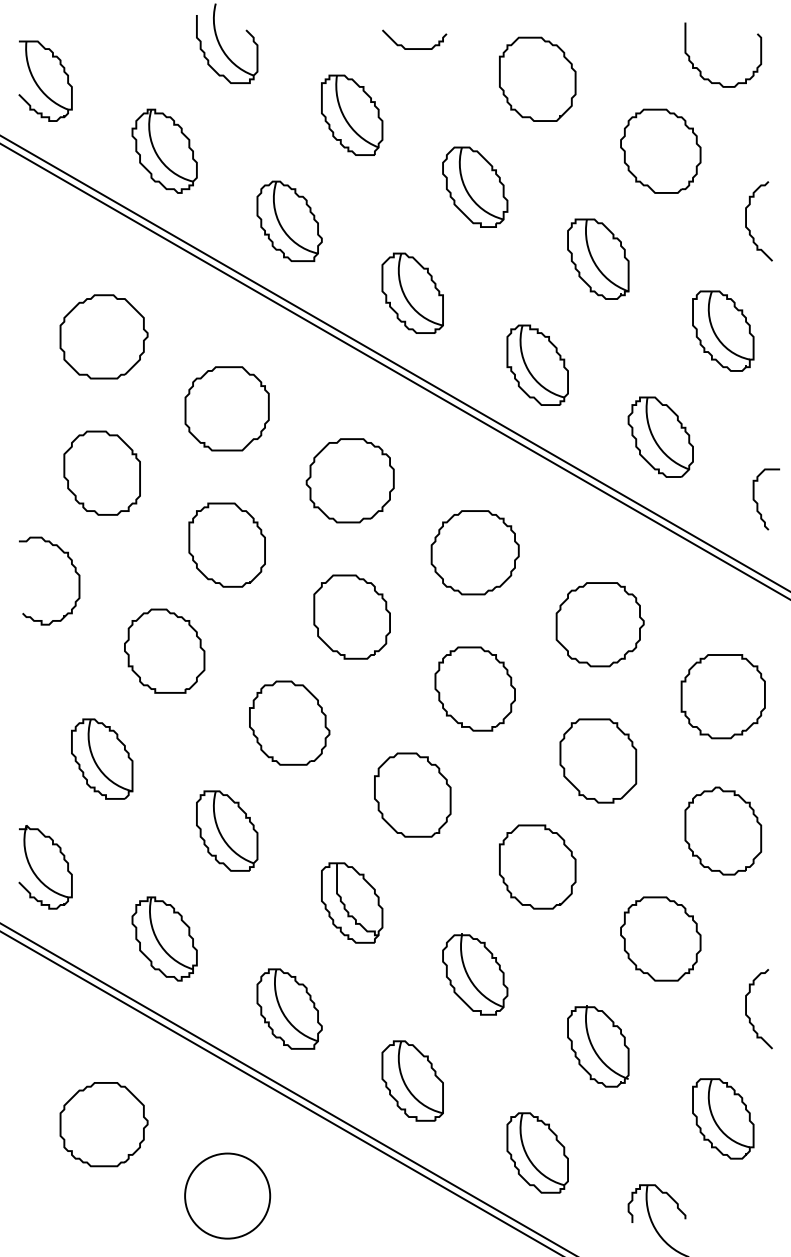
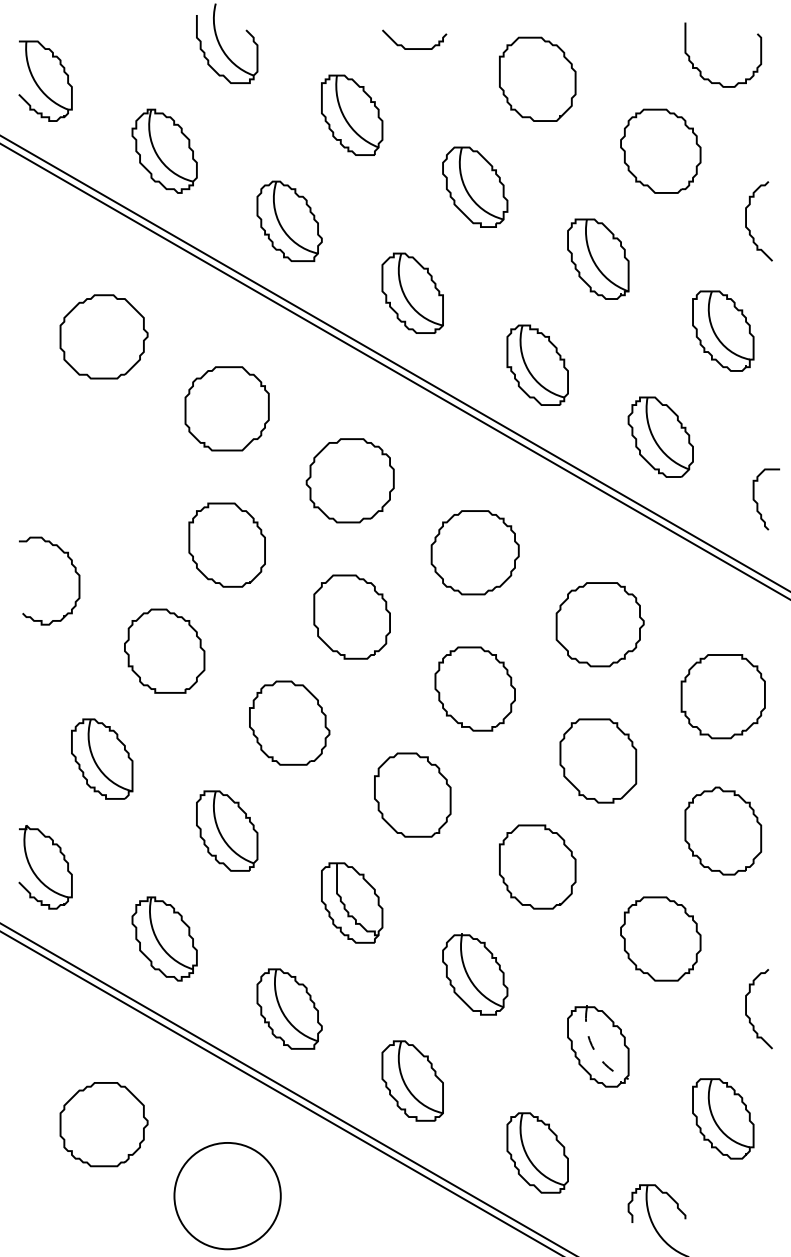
part at (101, 472): present -> none
arc at (594, 1050): solid -> dashed
circle at (227, 1195) diameter: 85 px -> 106 px
